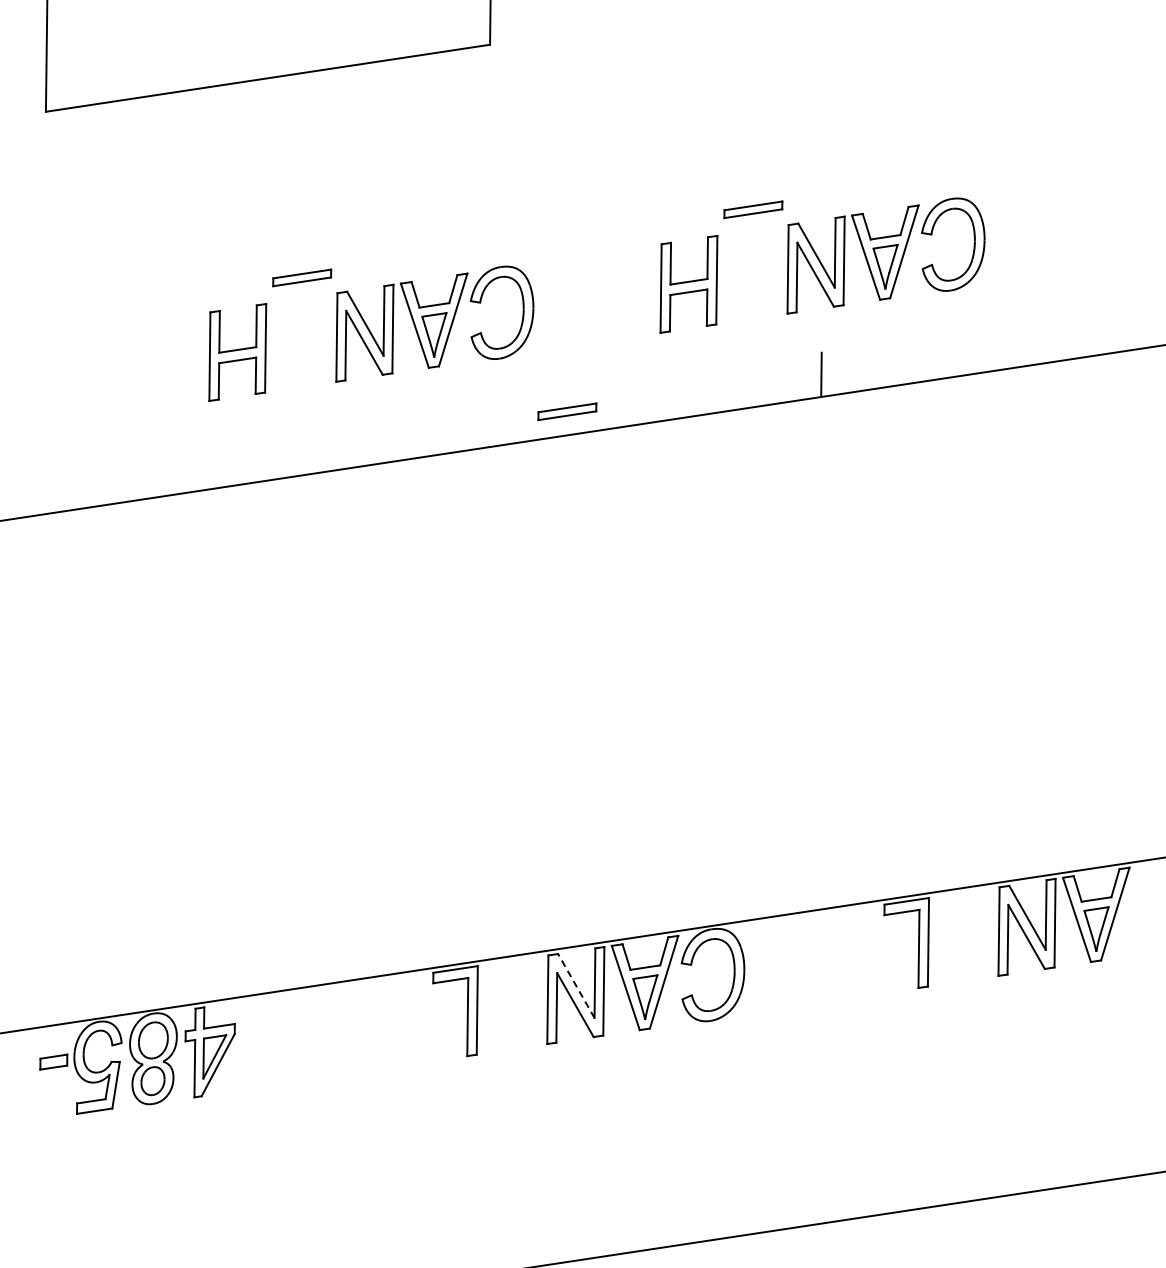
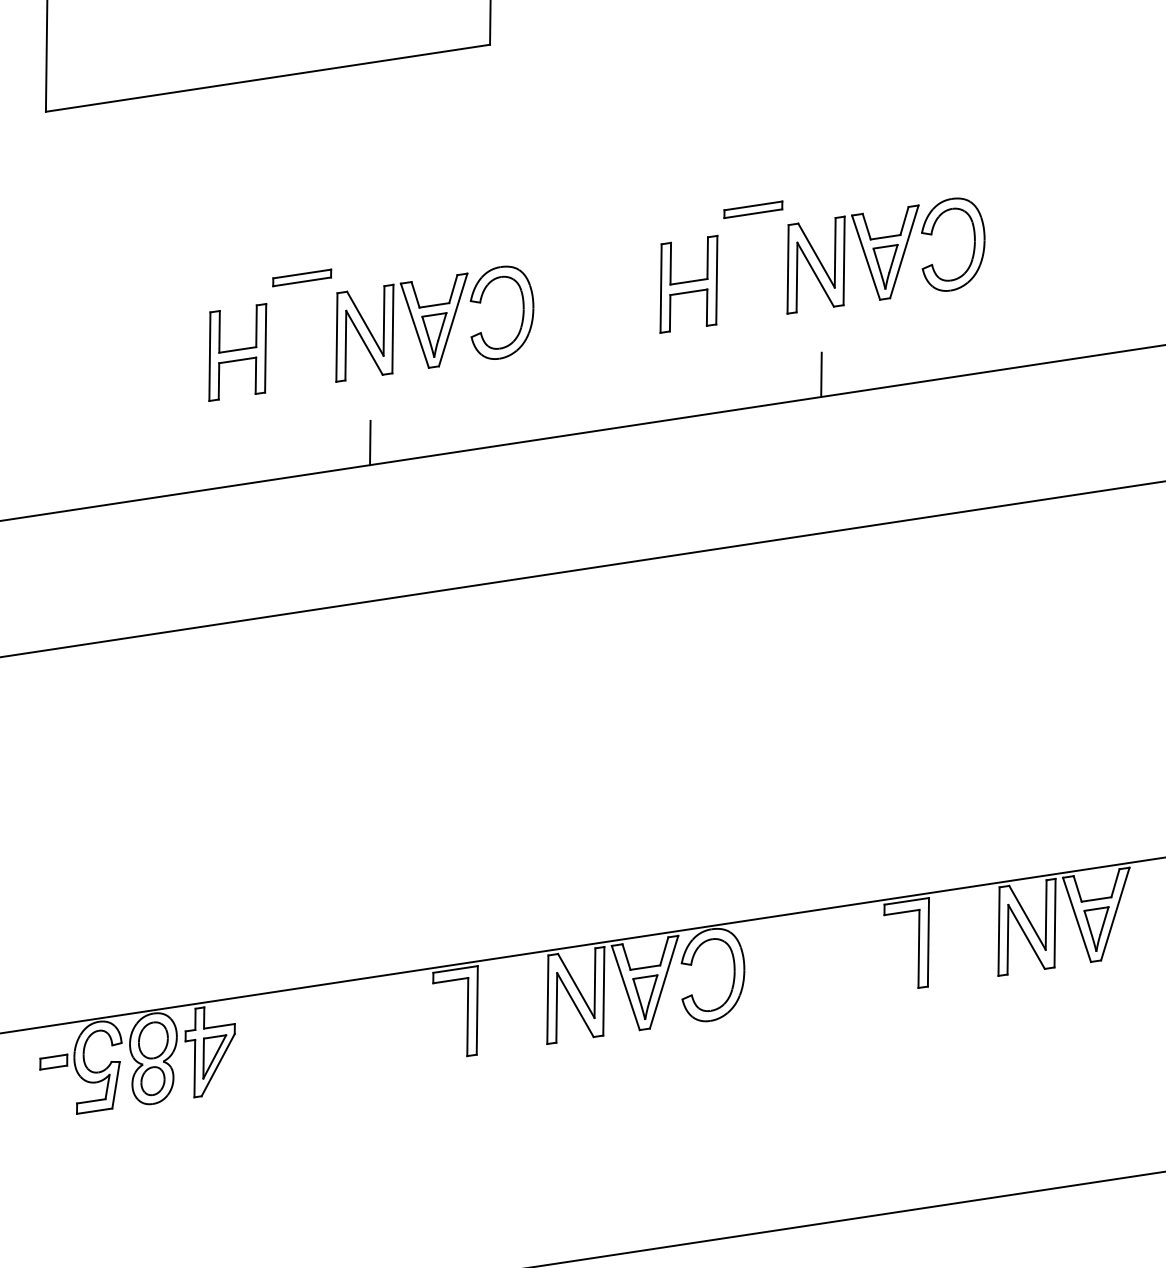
part at (567, 411): present -> none
line at (370, 442): none -> present
line at (582, 568): none -> present
line at (576, 985): dashed -> solid
